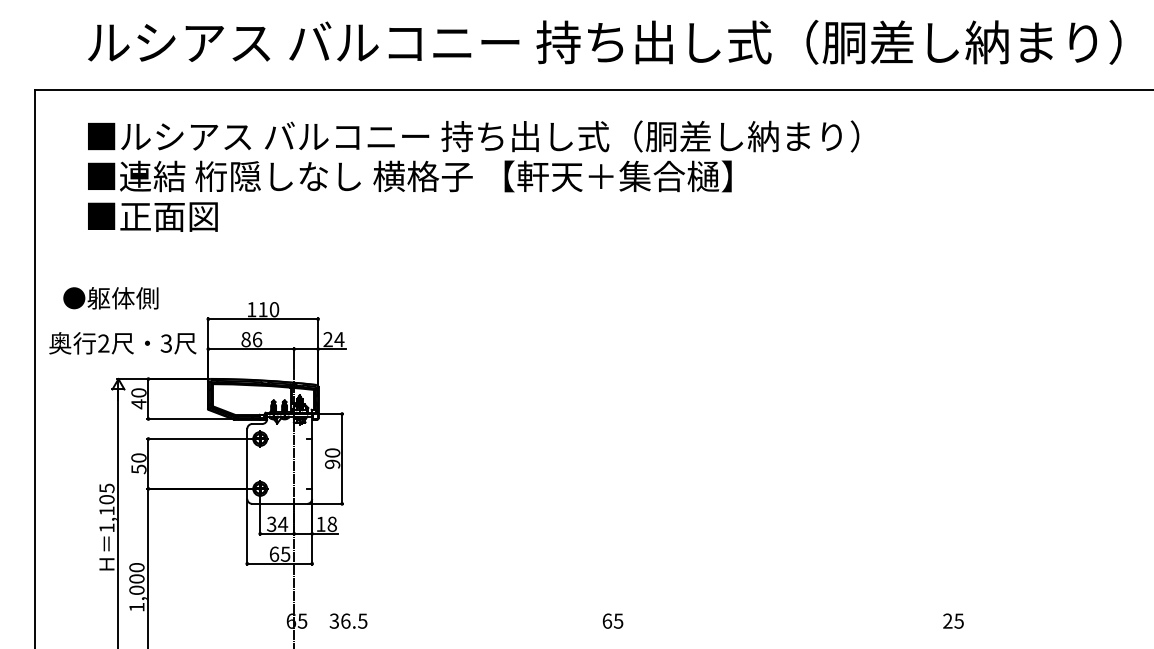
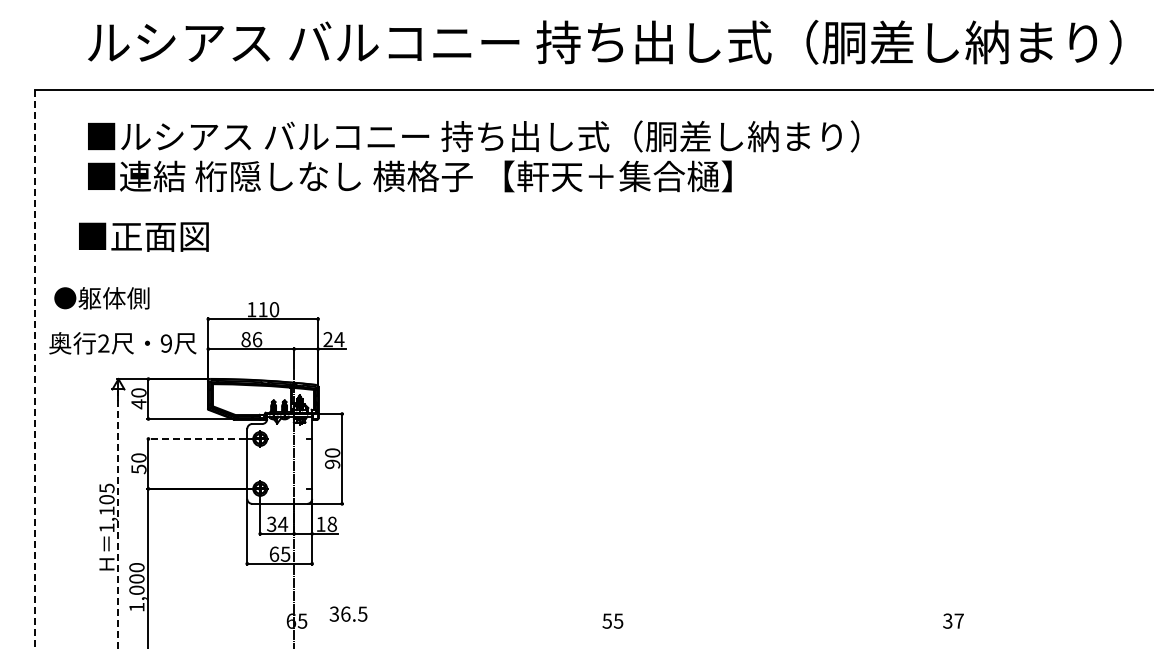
text at (152, 216) position: (152, 216) -> (143, 236)
text at (110, 298) position: (110, 298) -> (101, 298)
text at (165, 343): 3 -> 9
line at (34, 369): solid -> dashed
line at (196, 438): solid -> dashed
line at (118, 519): solid -> dashed
text at (348, 620) position: (348, 620) -> (348, 613)
text at (607, 620): 65 -> 55
text at (953, 620): 25 -> 37
